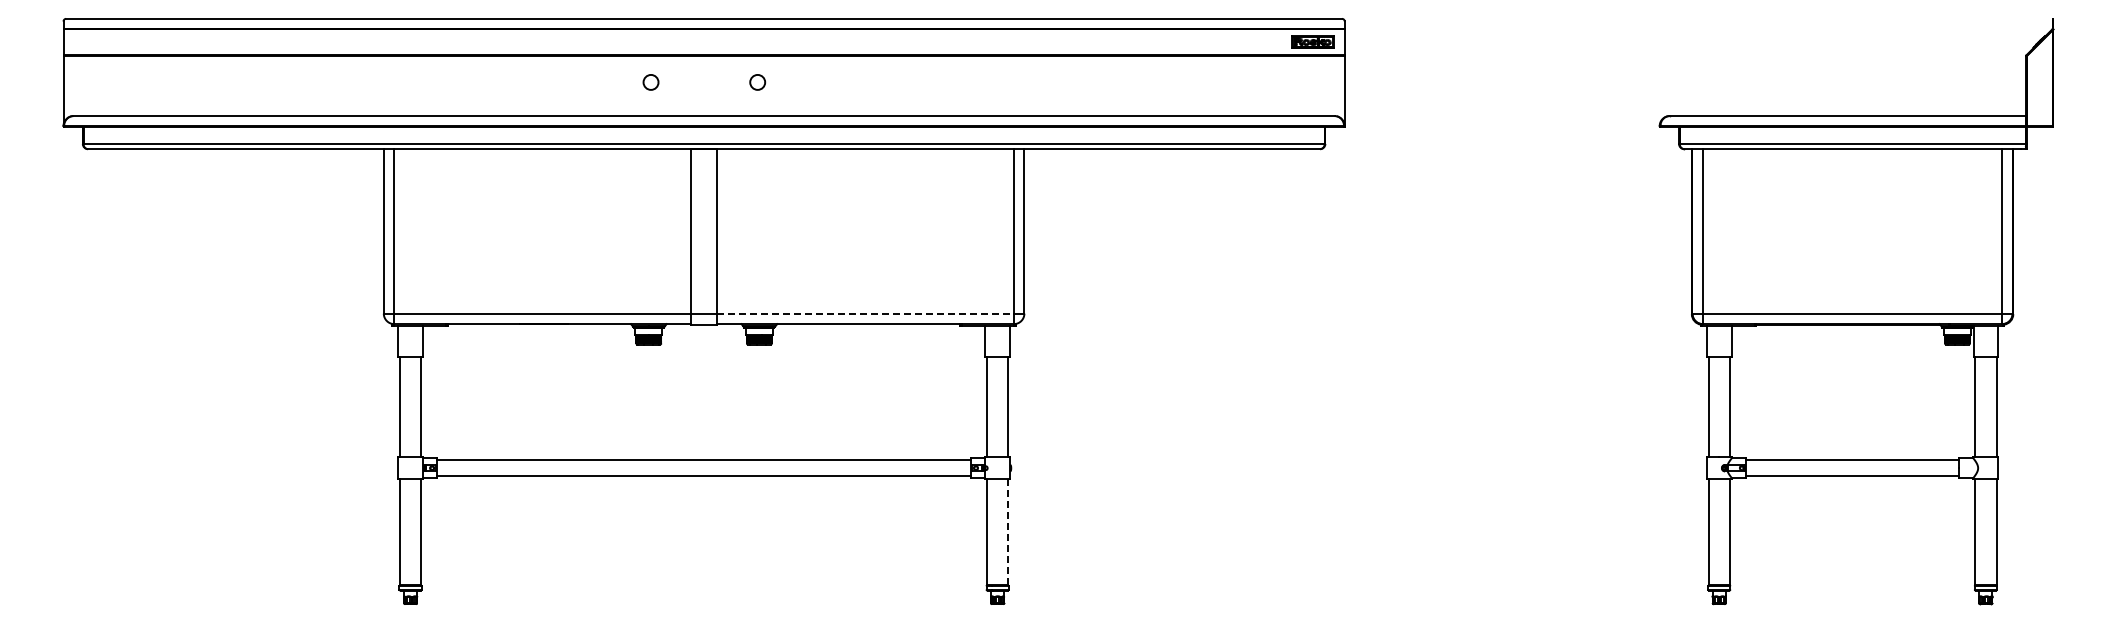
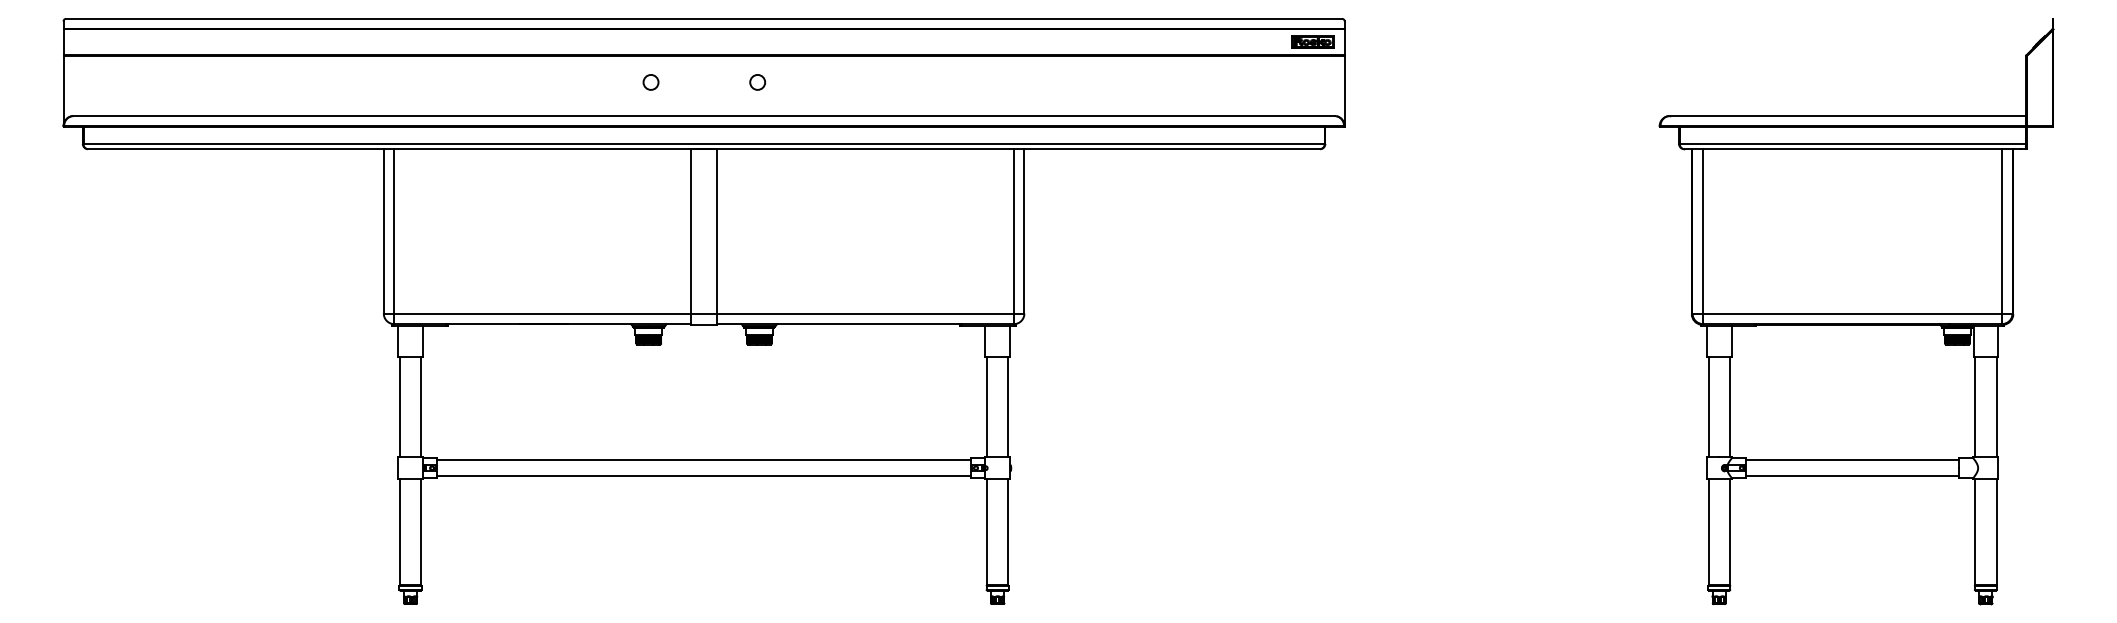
line at (866, 313): dashed -> solid
line at (1008, 531): dashed -> solid
